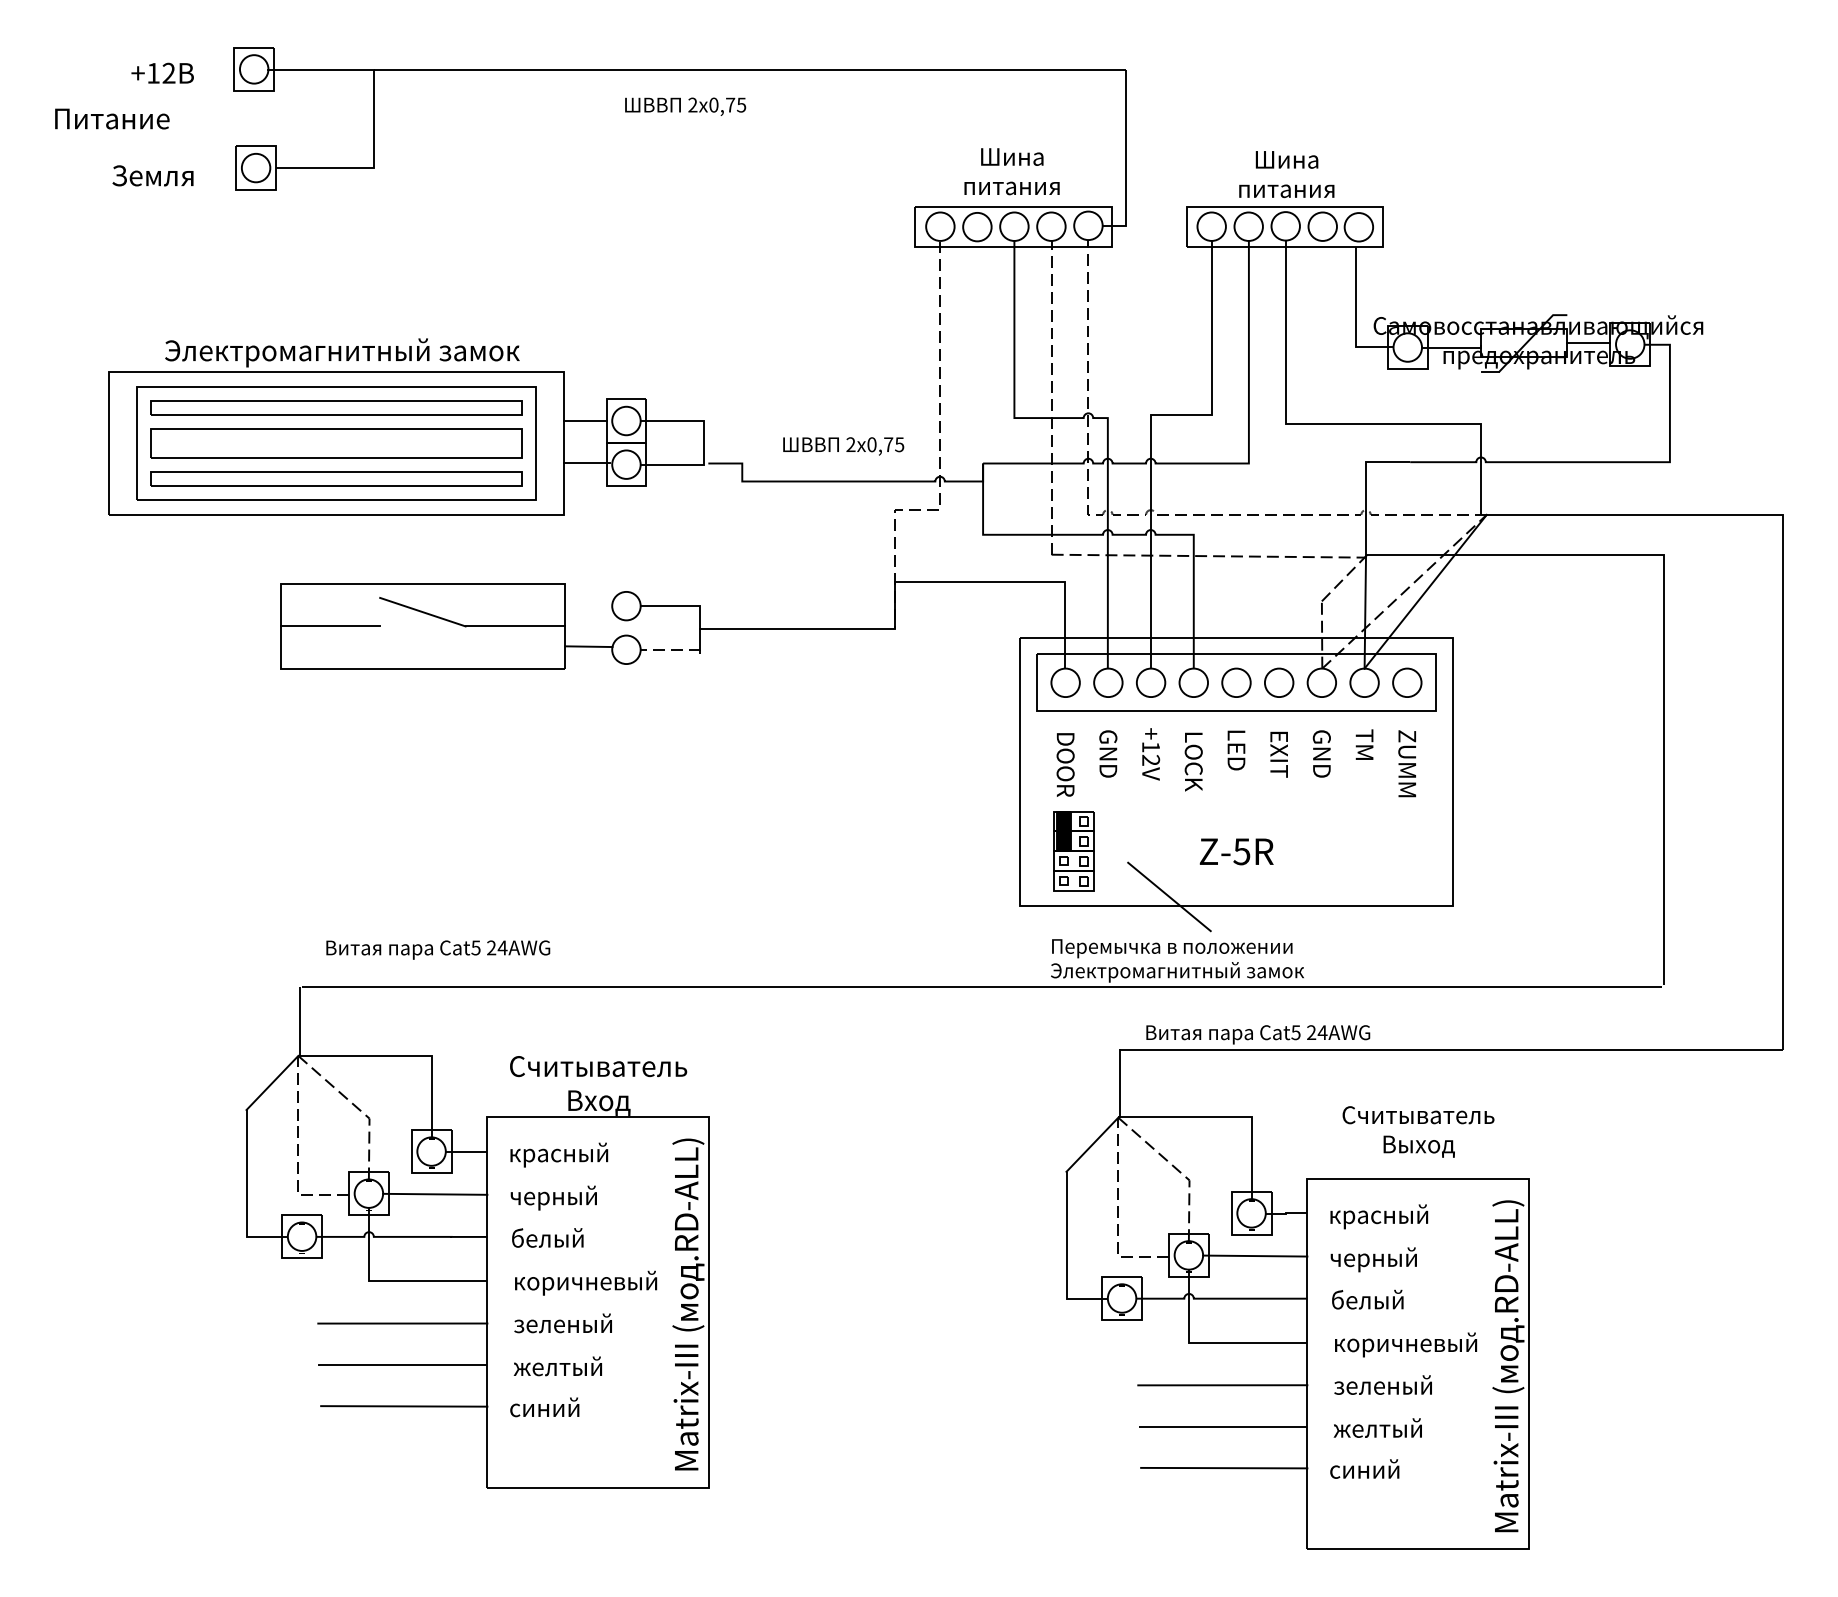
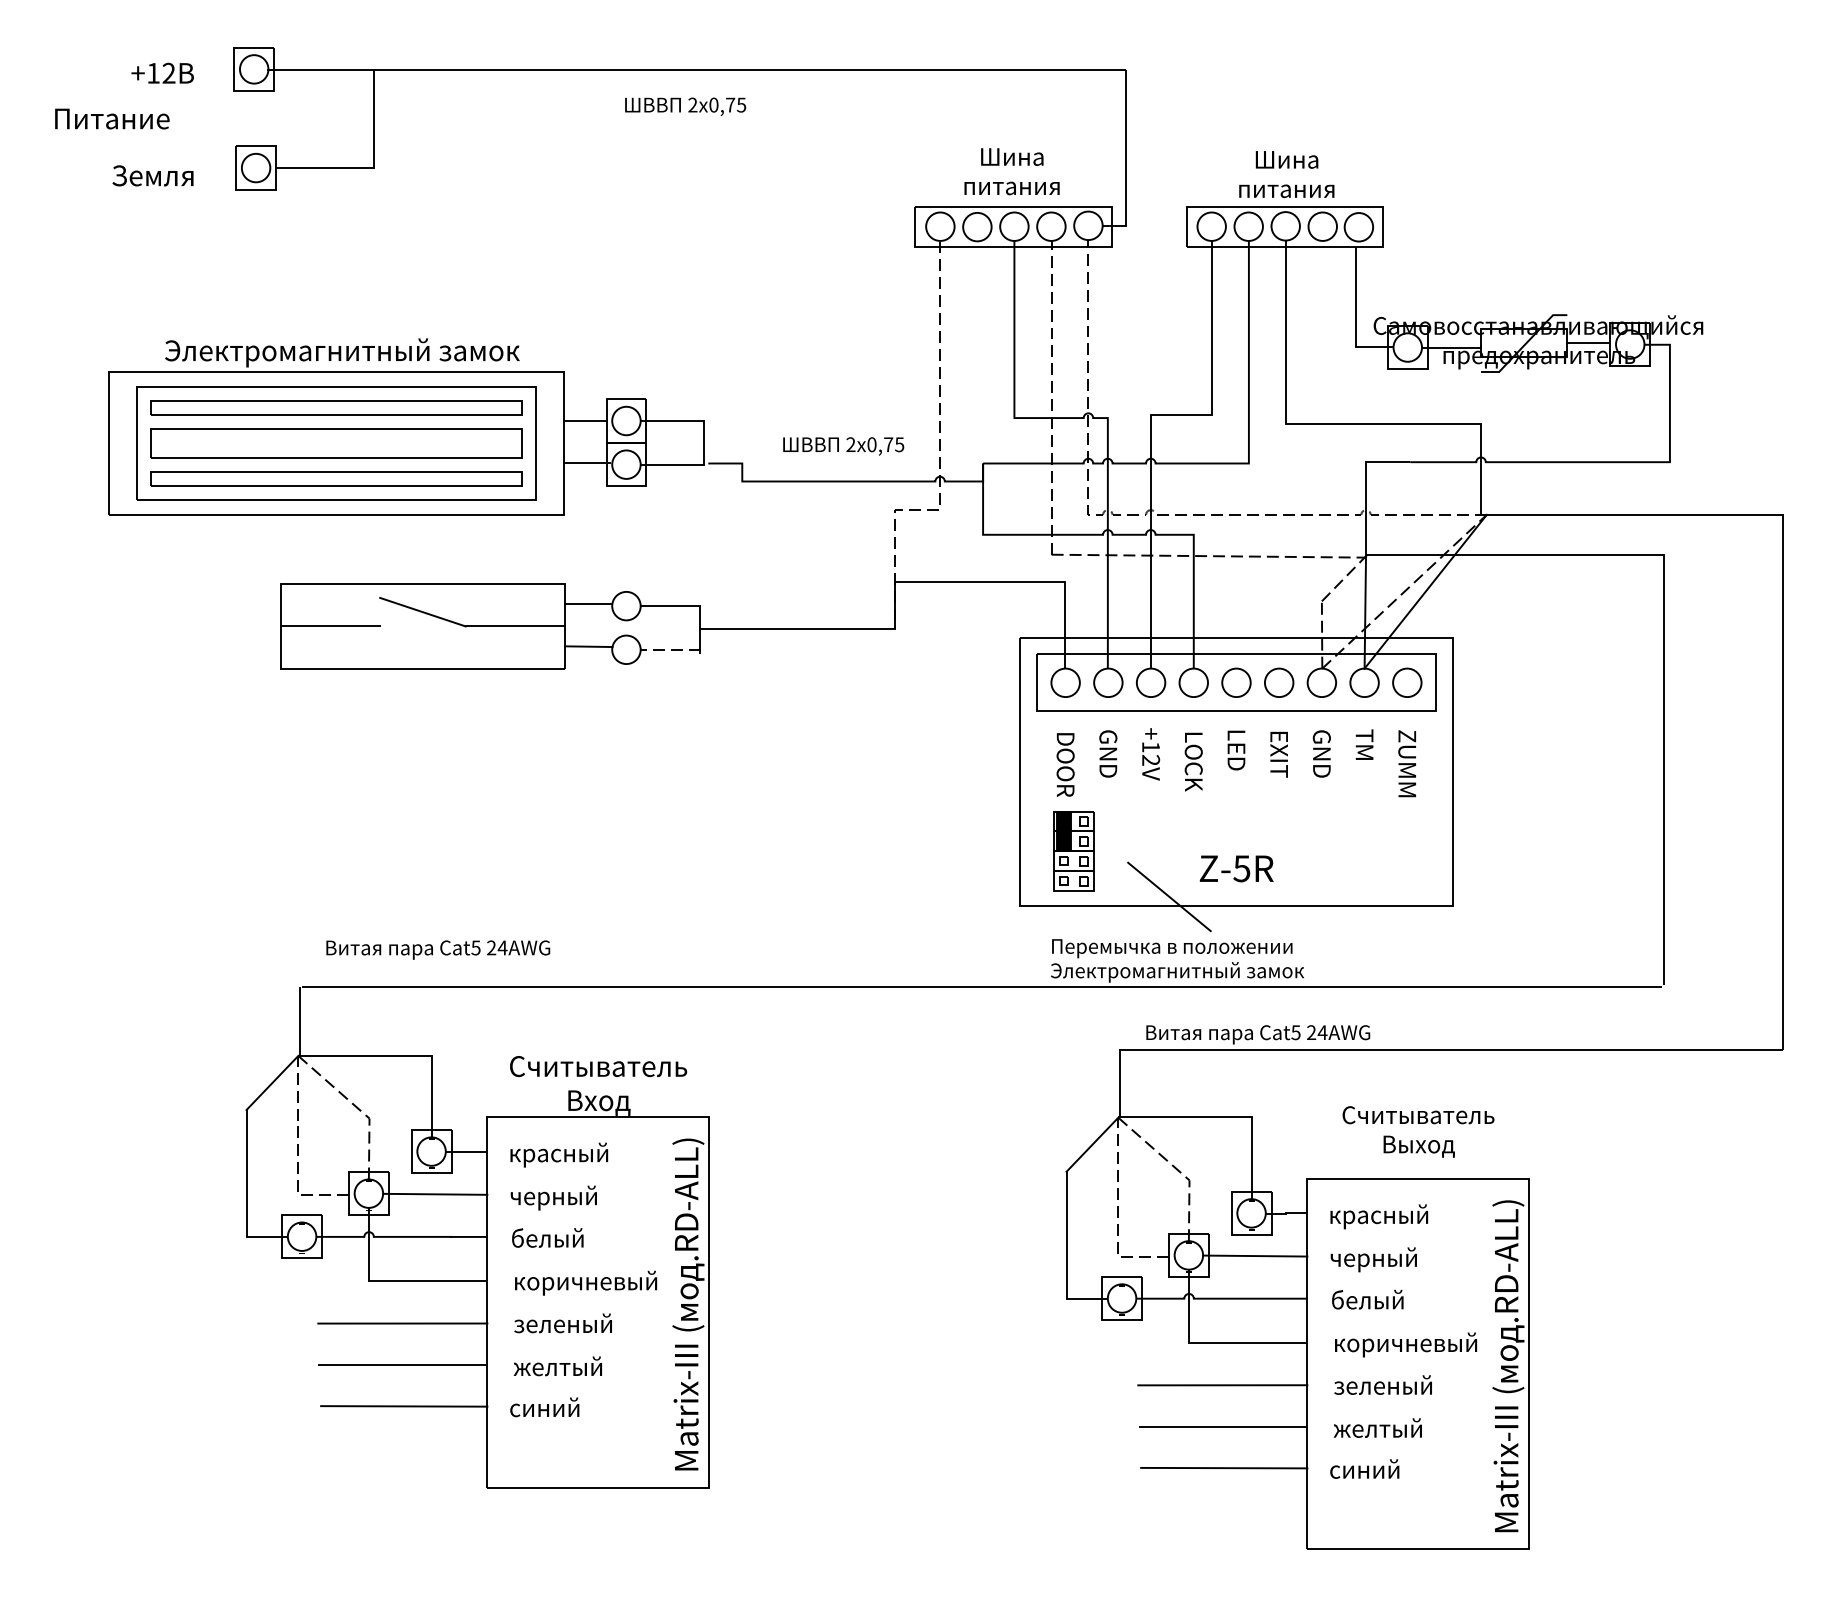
line at (587, 603): none -> present
text at (1236, 851) position: (1236, 851) -> (1236, 868)
